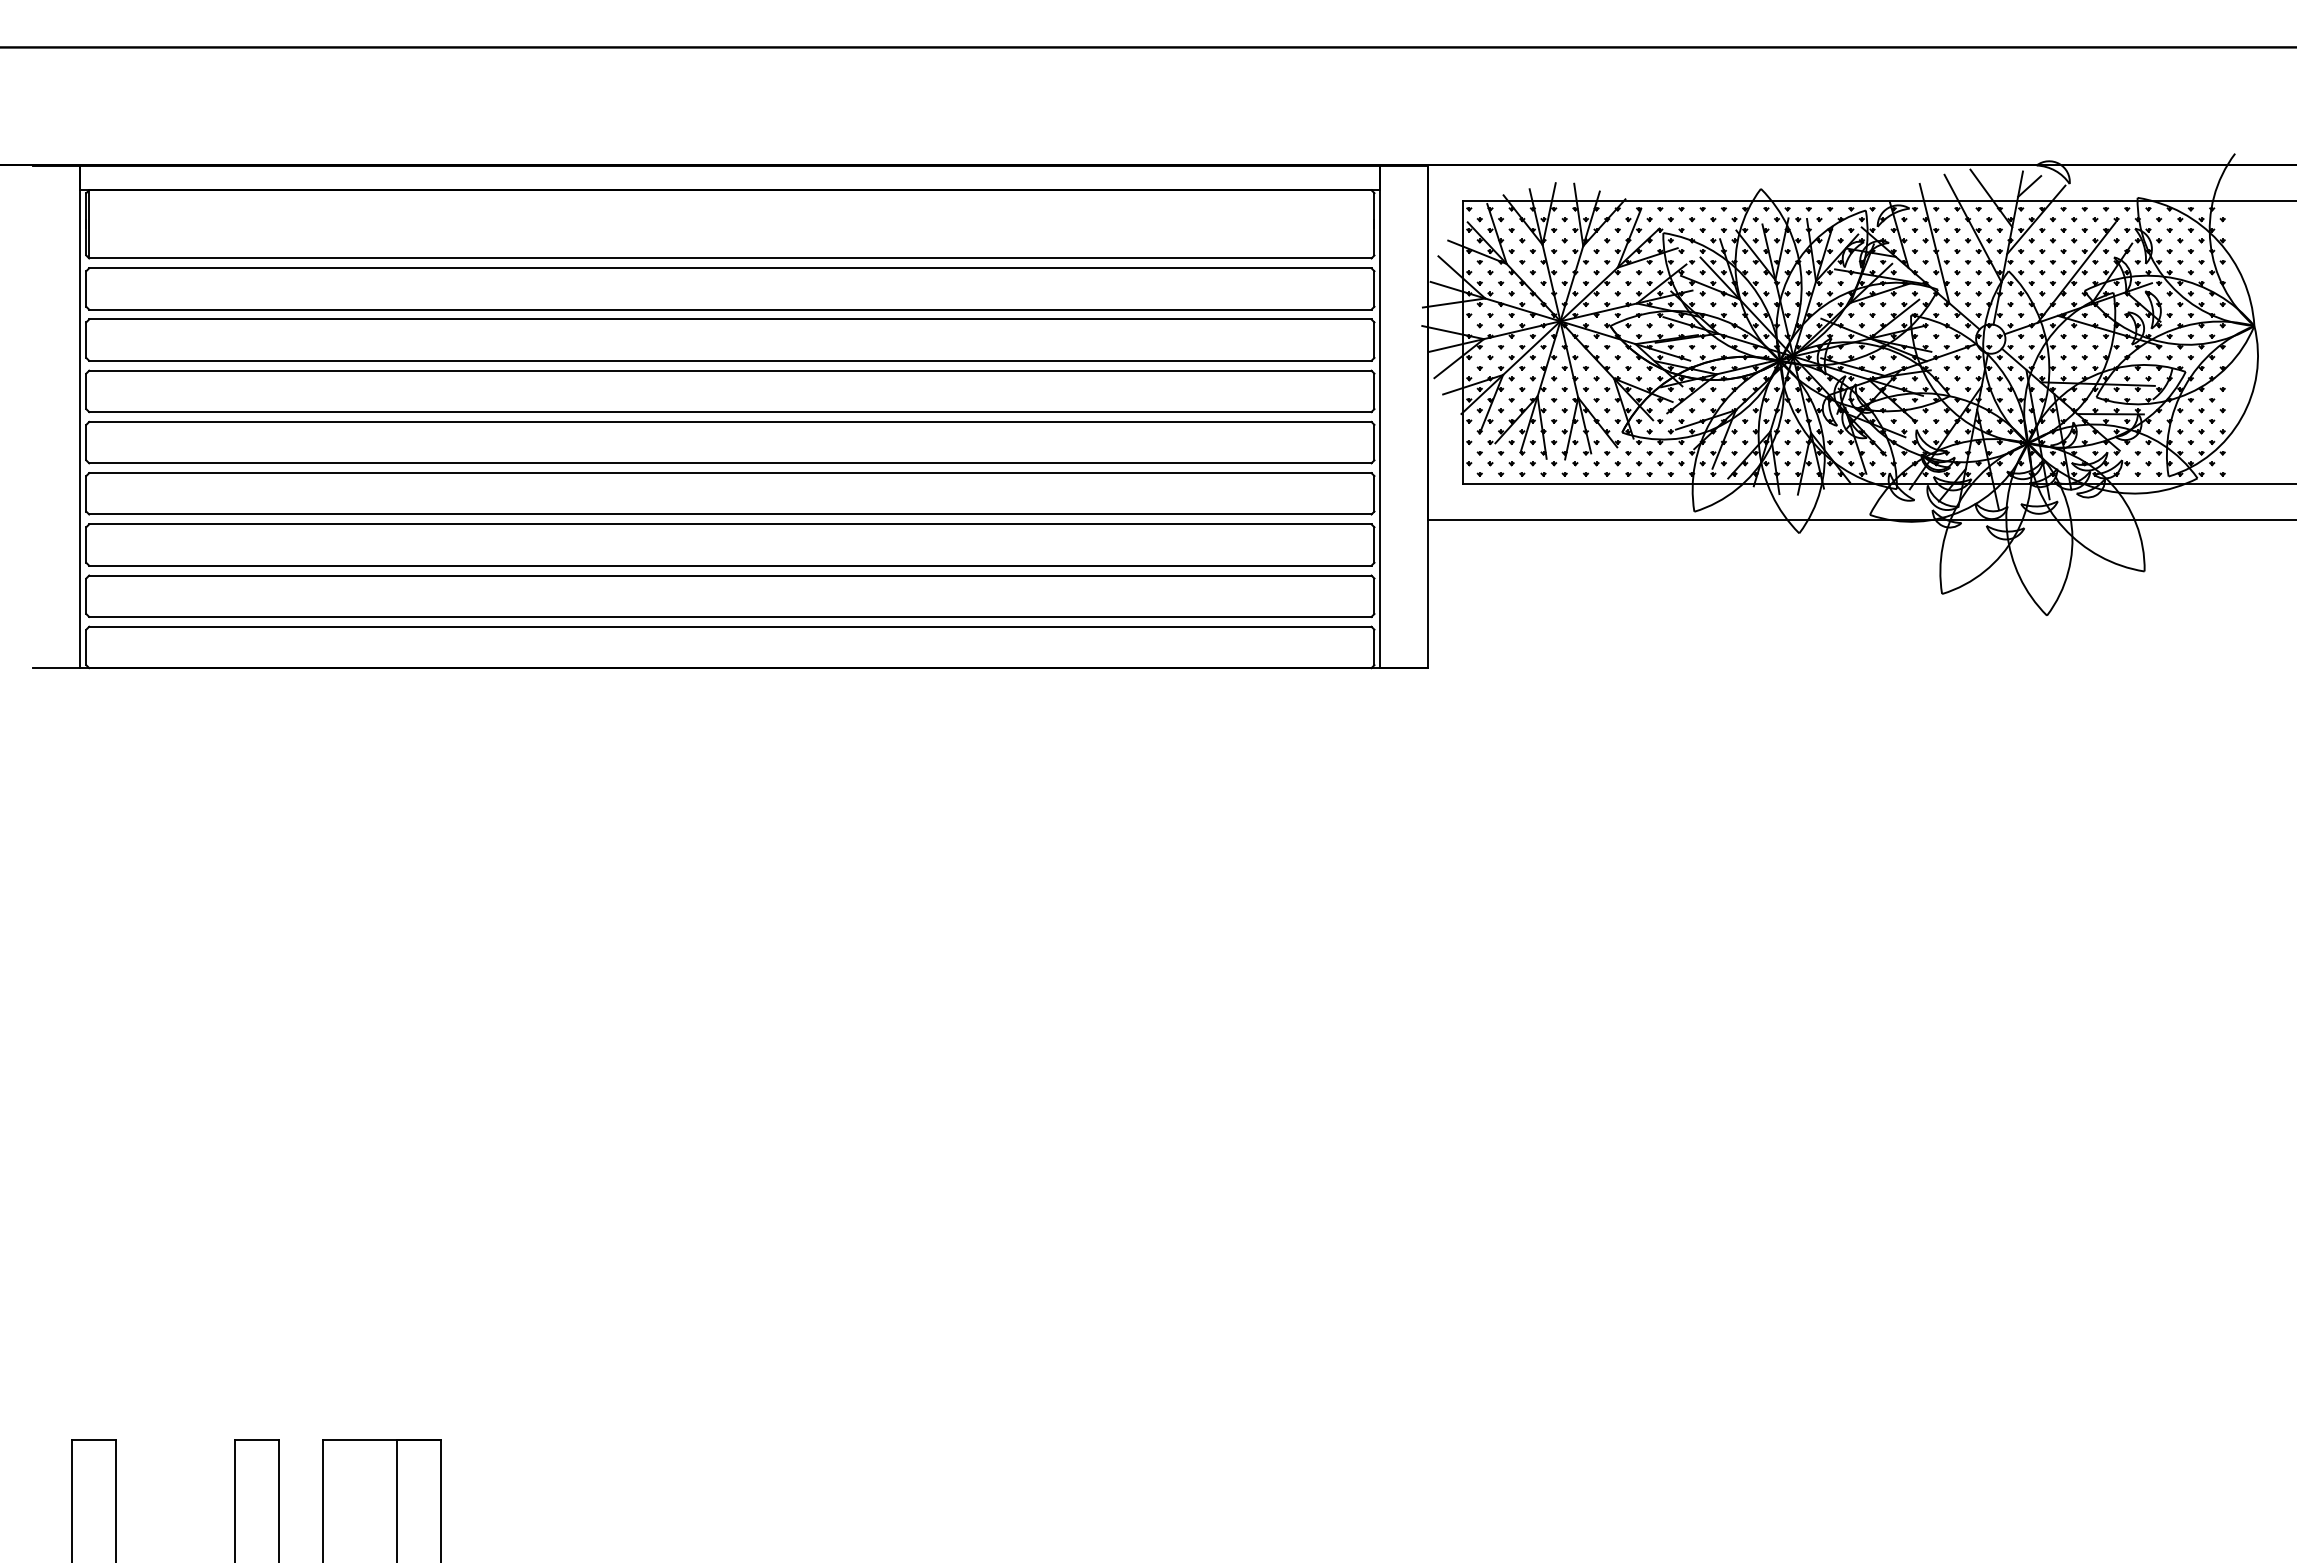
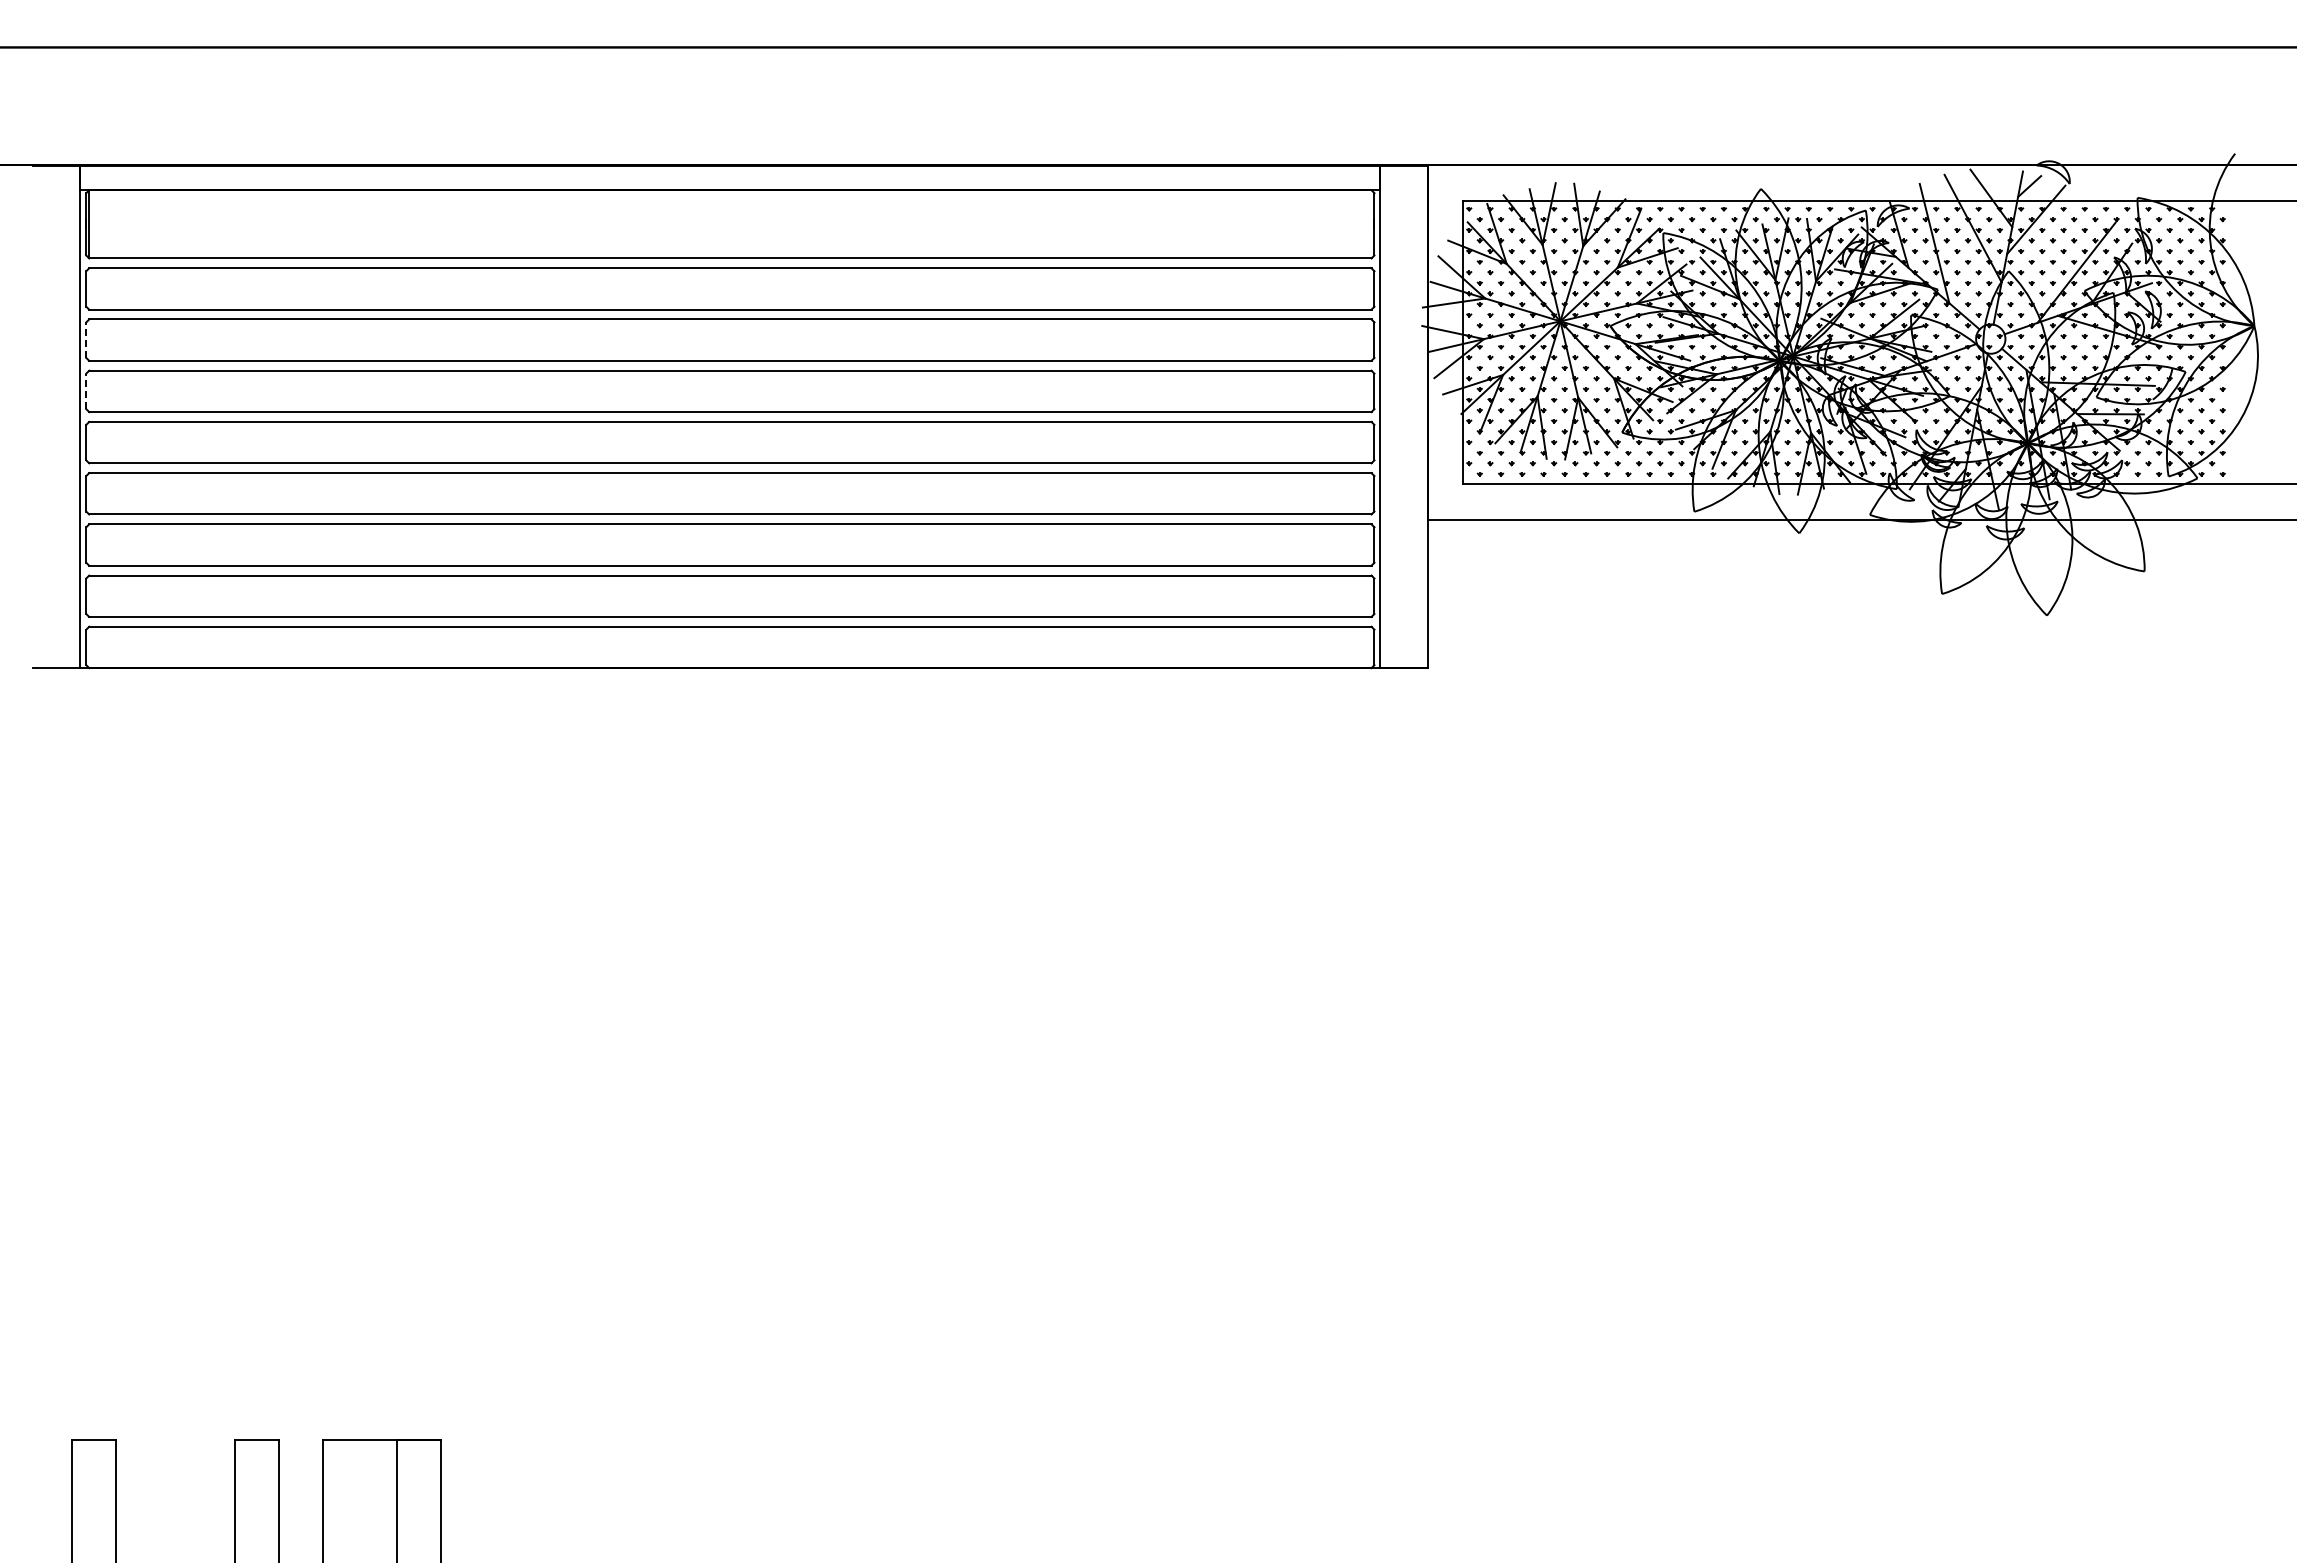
line at (86, 340): solid -> dashed
line at (86, 391): solid -> dashed
